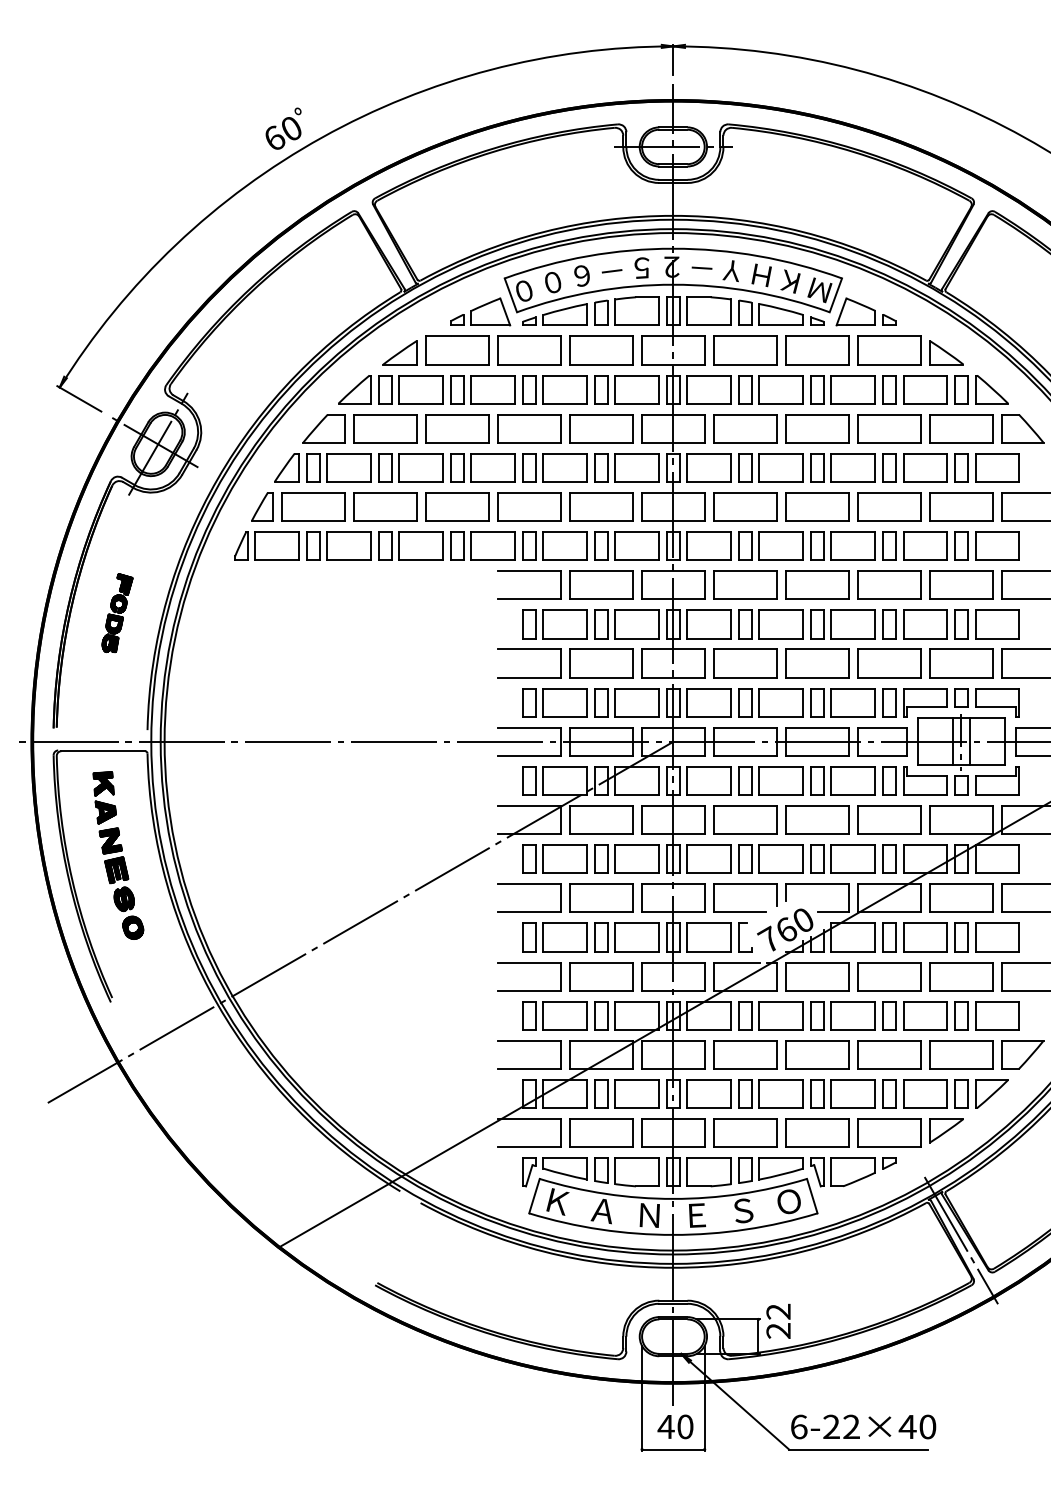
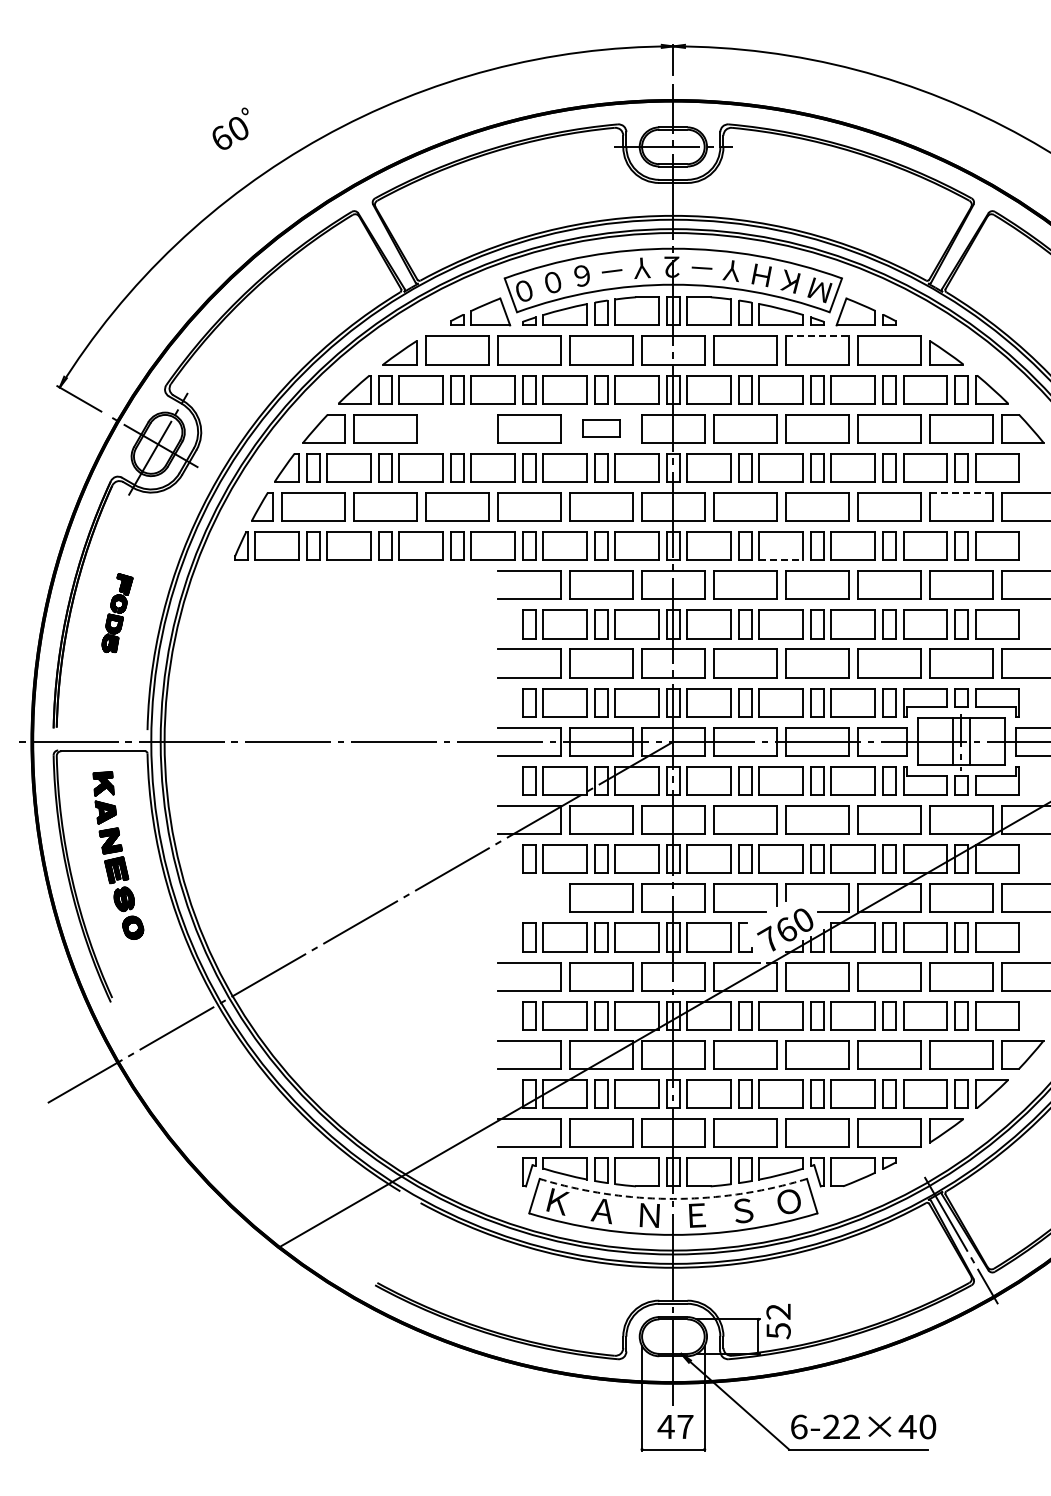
text at (283, 128) position: (283, 128) -> (230, 128)
text at (642, 267): ５ -> Ｙ
line at (817, 336): solid -> dashed
part at (457, 428): present -> none
part at (601, 428) size: 65x30 px -> 39x19 px
line at (961, 492): solid -> dashed
line at (781, 560): solid -> dashed
part at (529, 884): present -> none
arc at (673, 1198): solid -> dashed
text at (778, 1331): 22 -> 52
text at (685, 1426): 40 -> 47
